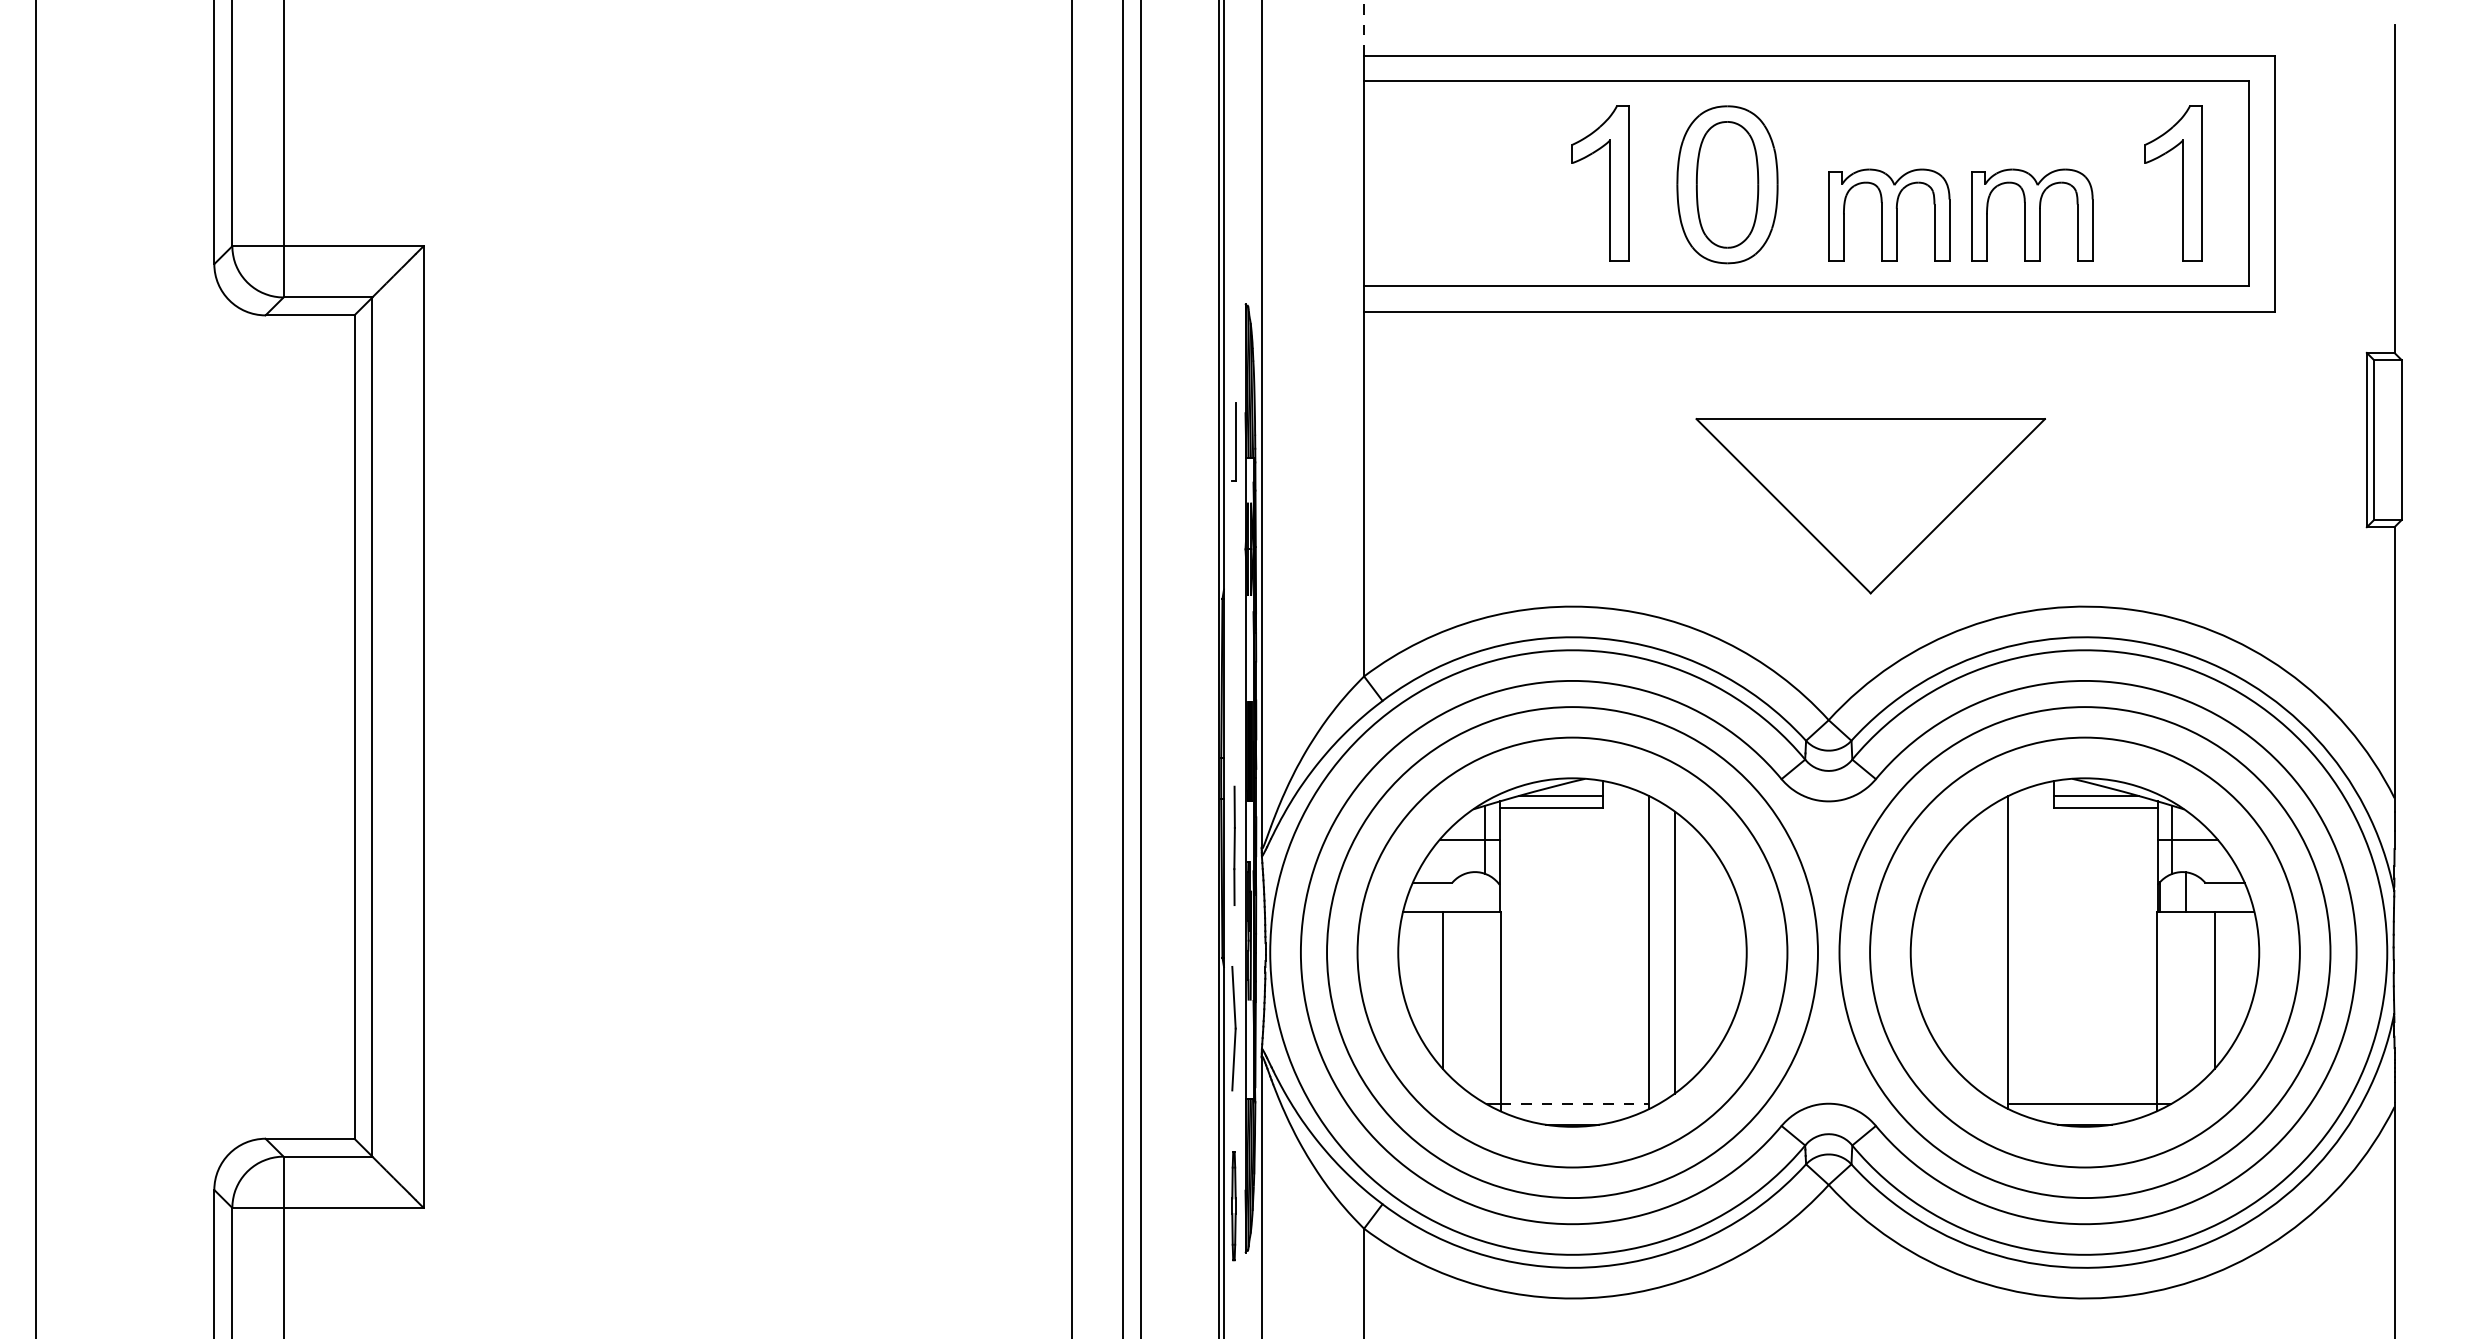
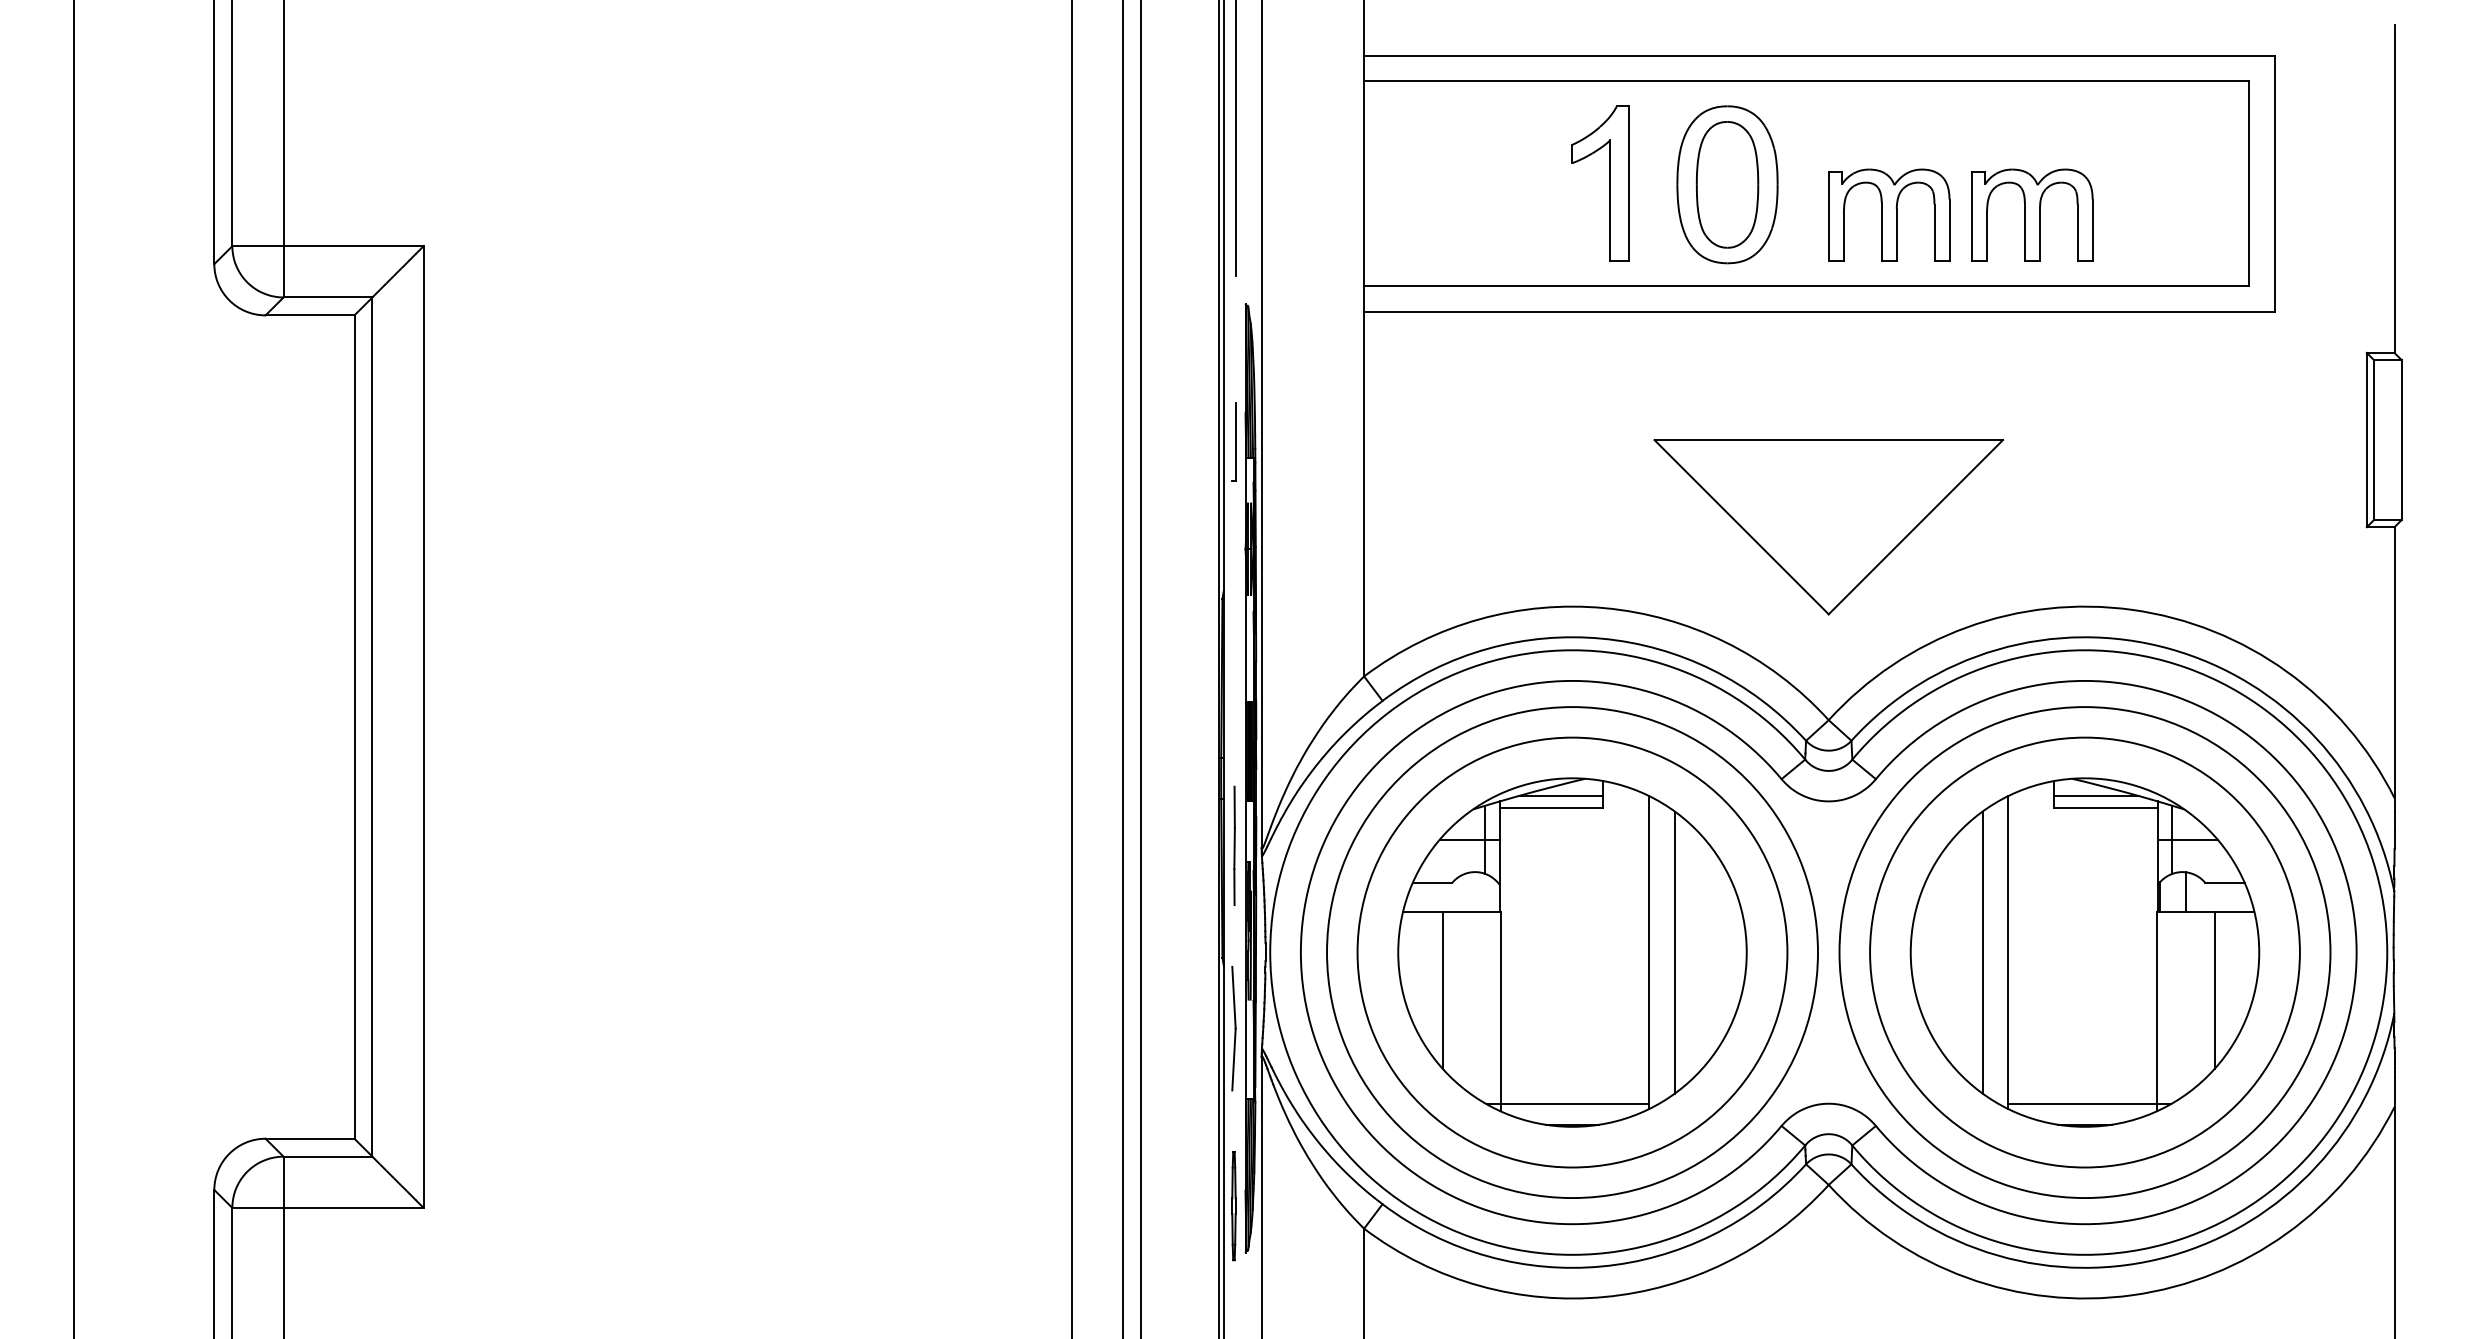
line at (1364, 27): dashed -> solid
line at (1235, 139): none -> present
part at (2182, 183): present -> none
part at (1870, 506) position: (1870, 506) -> (1828, 527)
line at (36, 668) position: (36, 668) -> (74, 668)
line at (1982, 952): none -> present
line at (1575, 1104): dashed -> solid
